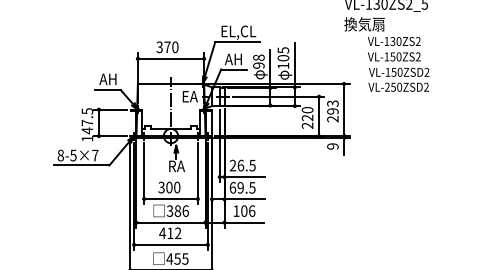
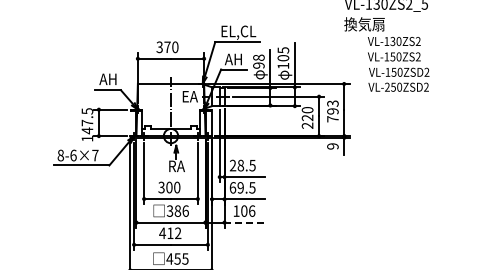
text at (332, 119): 293 -> 793
text at (73, 155): 8-5×7 -> 8-6×7
text at (240, 165): 26.5 -> 28.5
line at (244, 222): solid -> dashed
